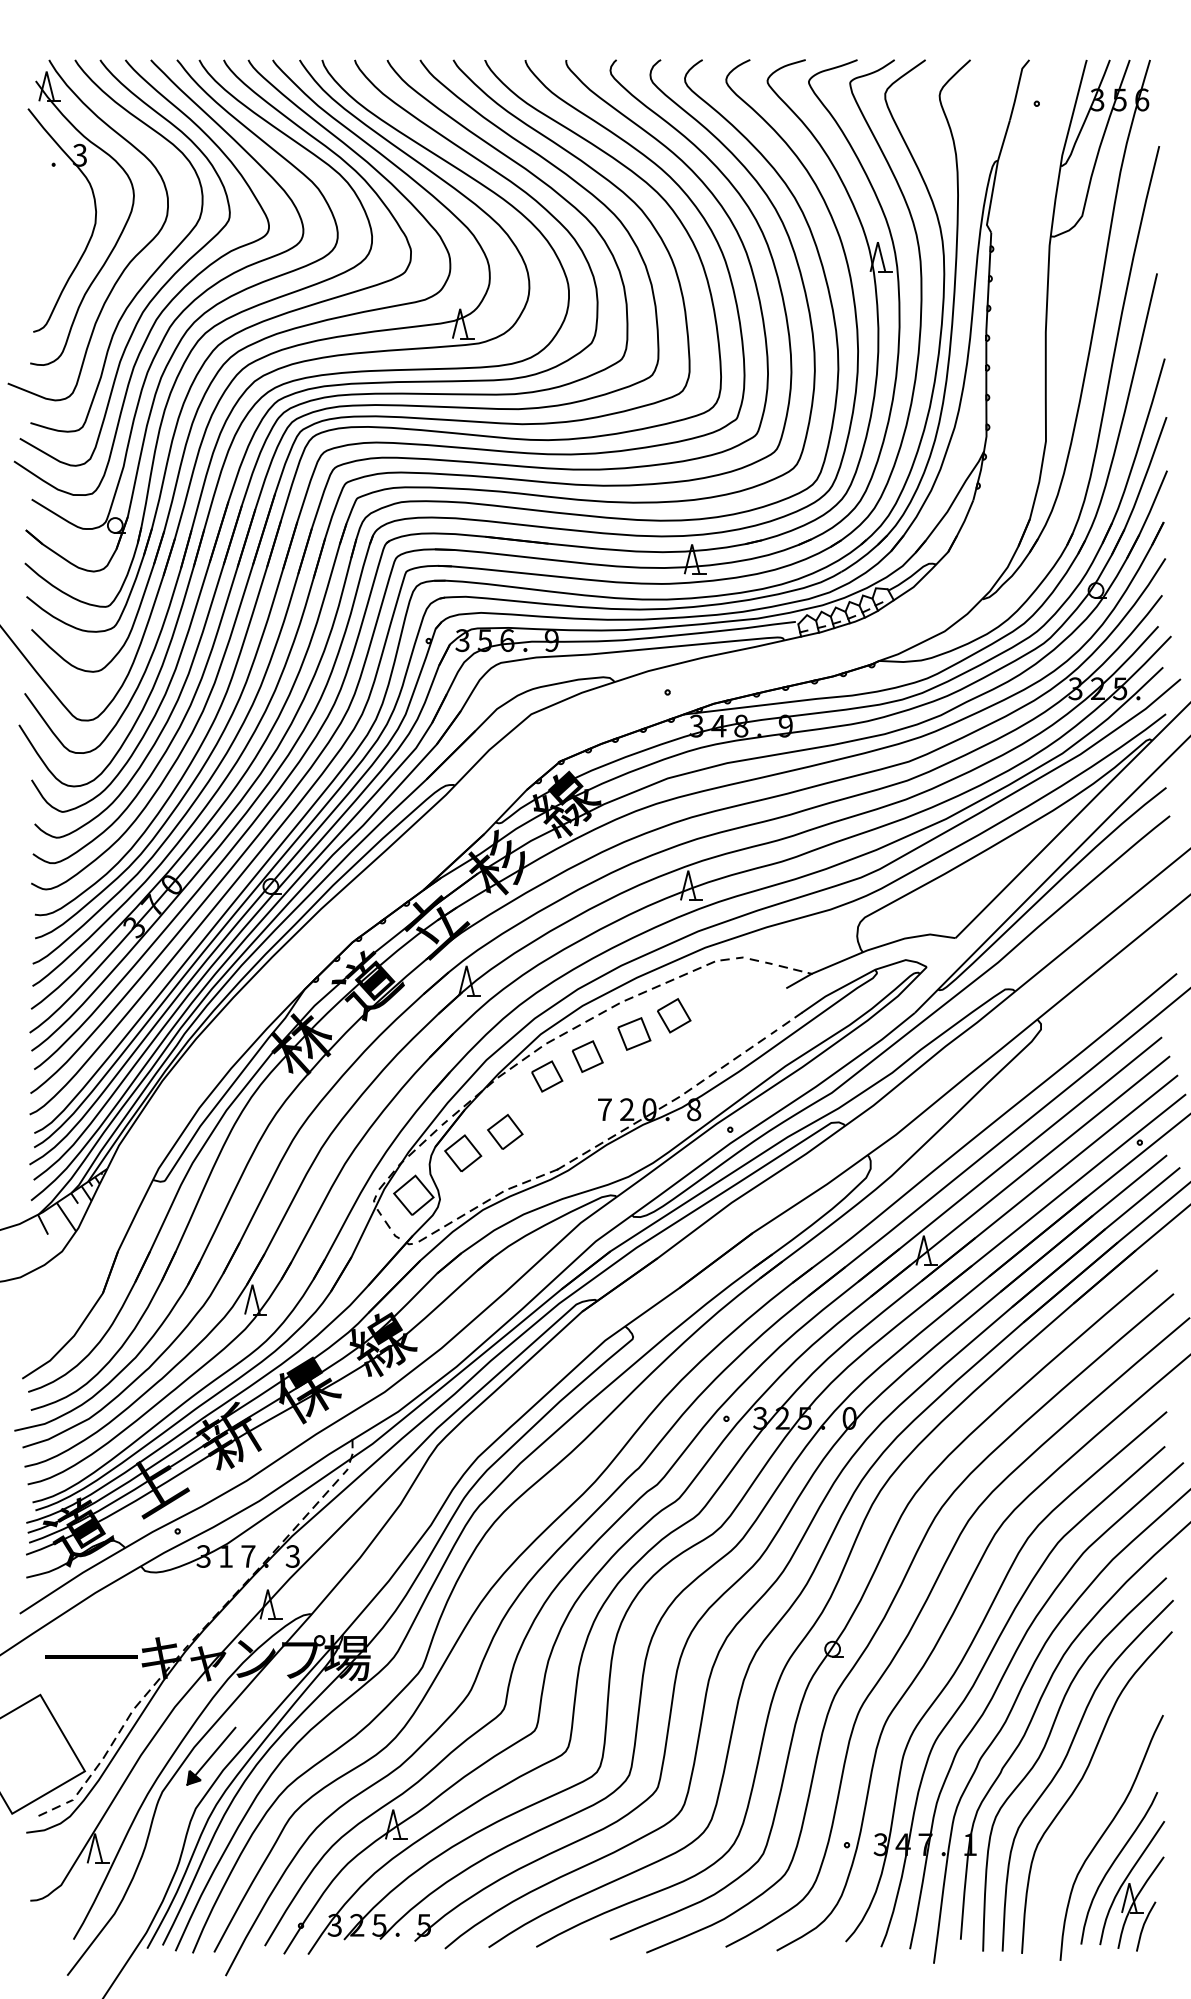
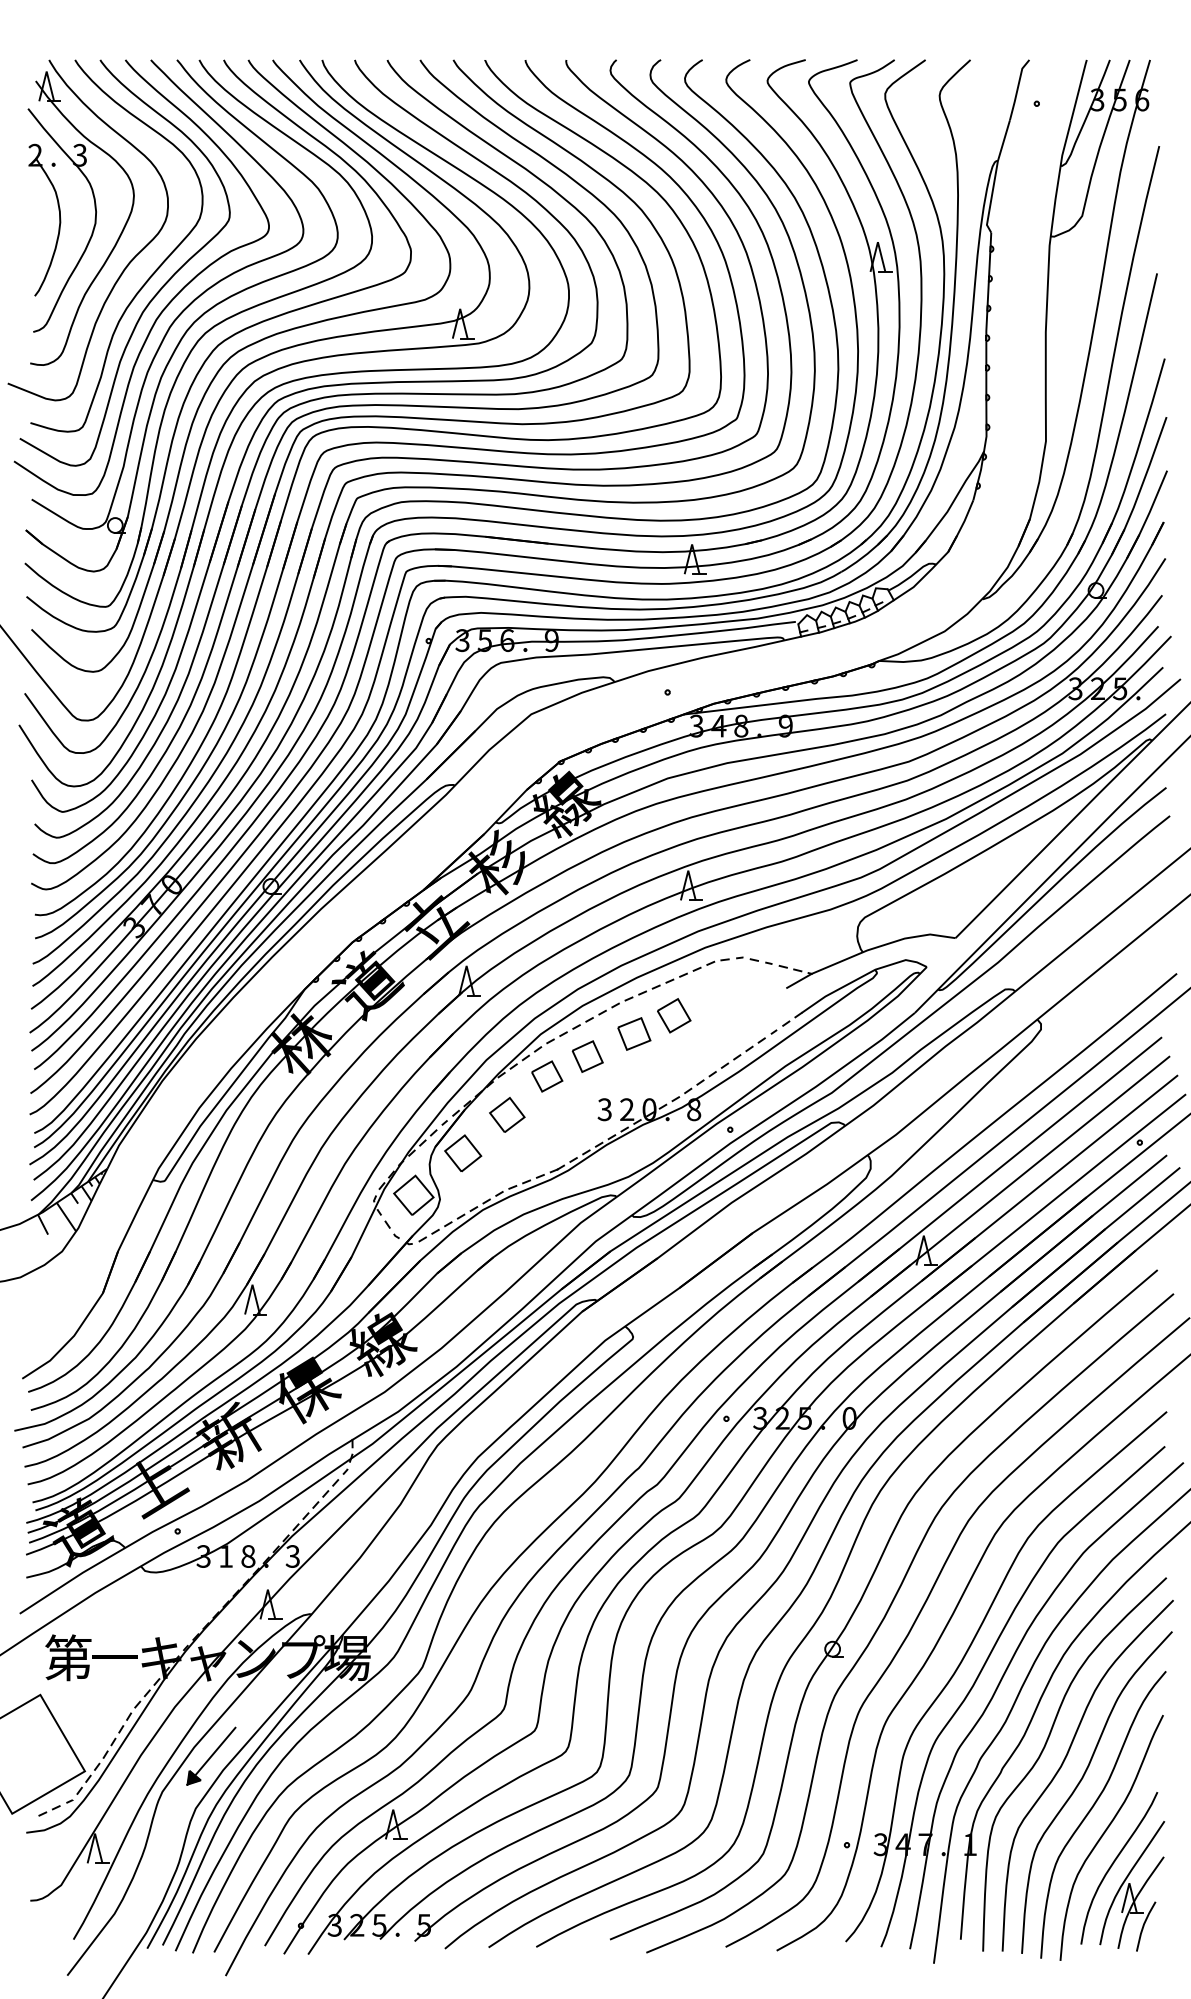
part at (59, 219): none -> present
text at (604, 1109): 7 -> 3
part at (505, 1131) position: (505, 1131) -> (507, 1114)
text at (248, 1556): 7 -> 8
text at (68, 1657): 一 -> 第
curve at (1094, 1806): none -> present
